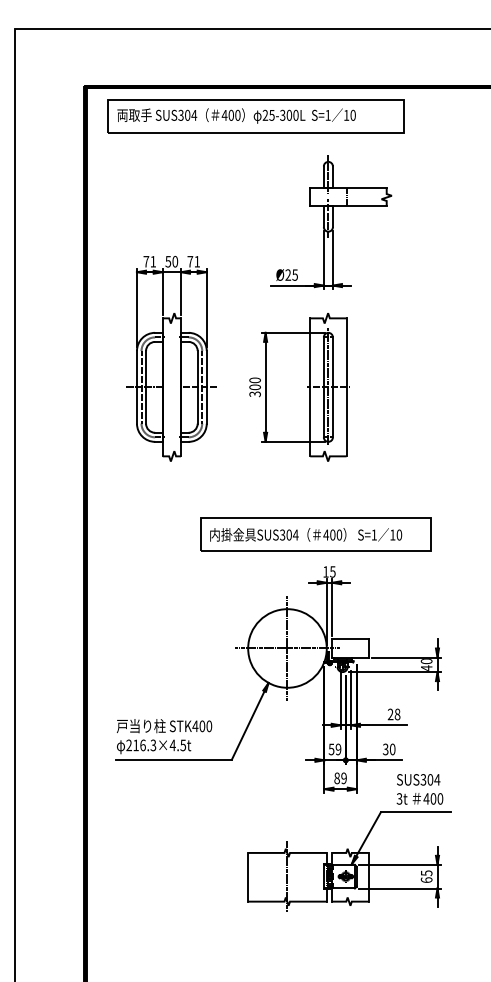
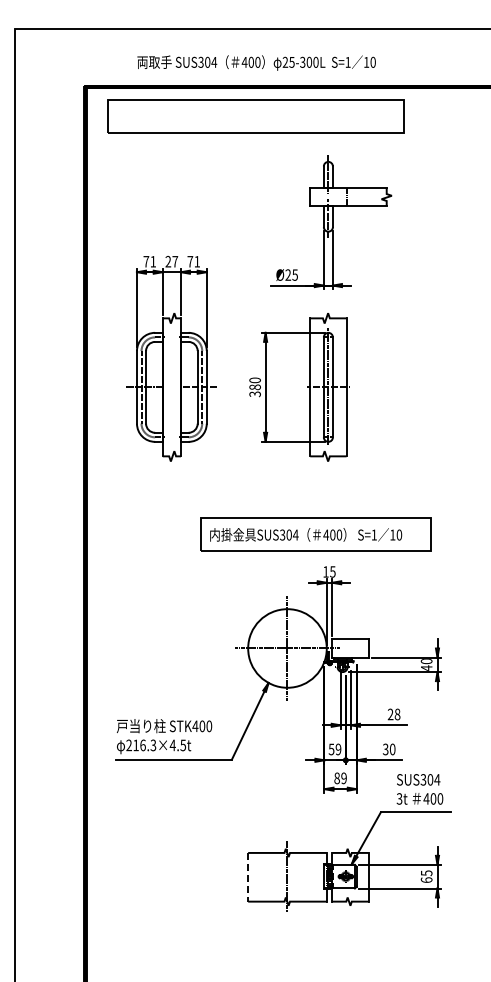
text at (236, 115) position: (236, 115) -> (256, 62)
text at (171, 261): 50 -> 27
text at (255, 387): 300 -> 380
line at (248, 877): solid -> dashed
